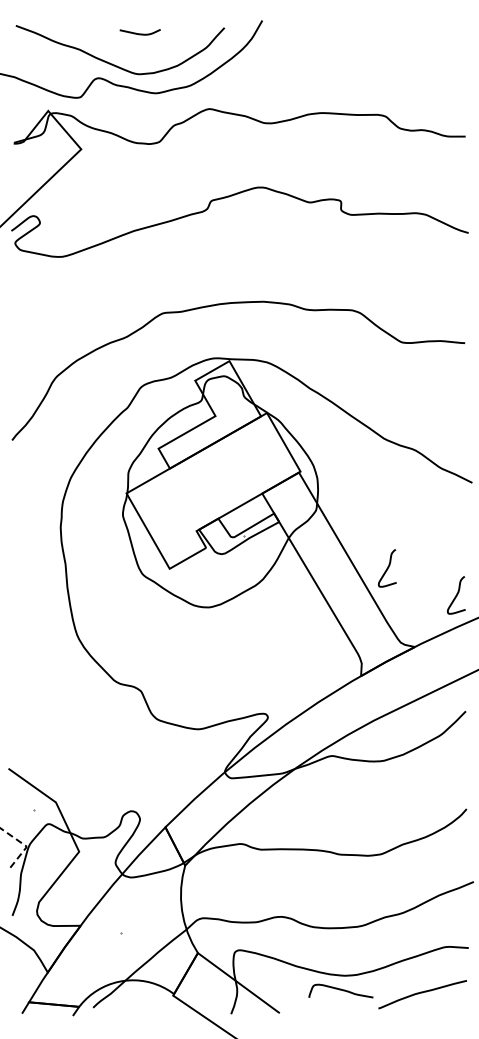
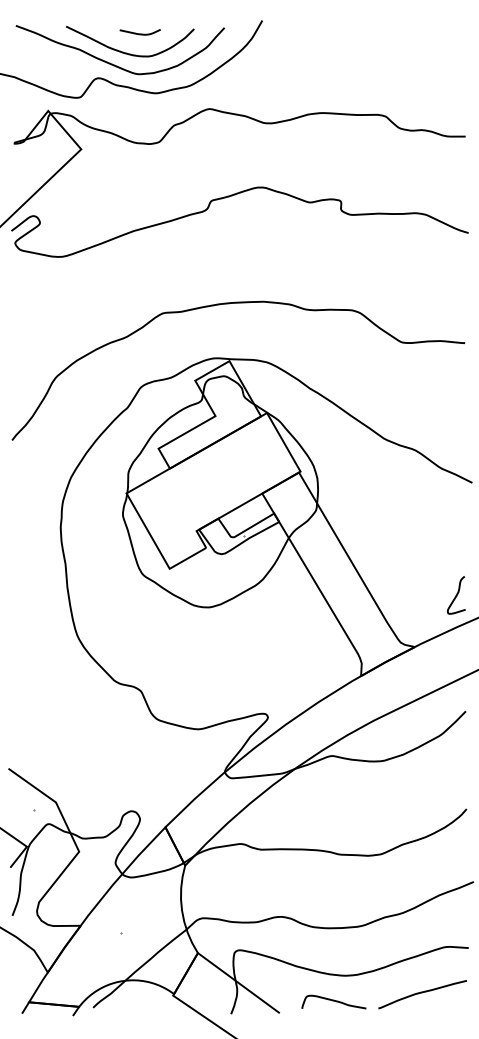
curve at (126, 52): none -> present
curve at (386, 568): present -> none
line at (24, 845): dashed -> solid
curve at (340, 990) position: (340, 990) -> (333, 1001)
